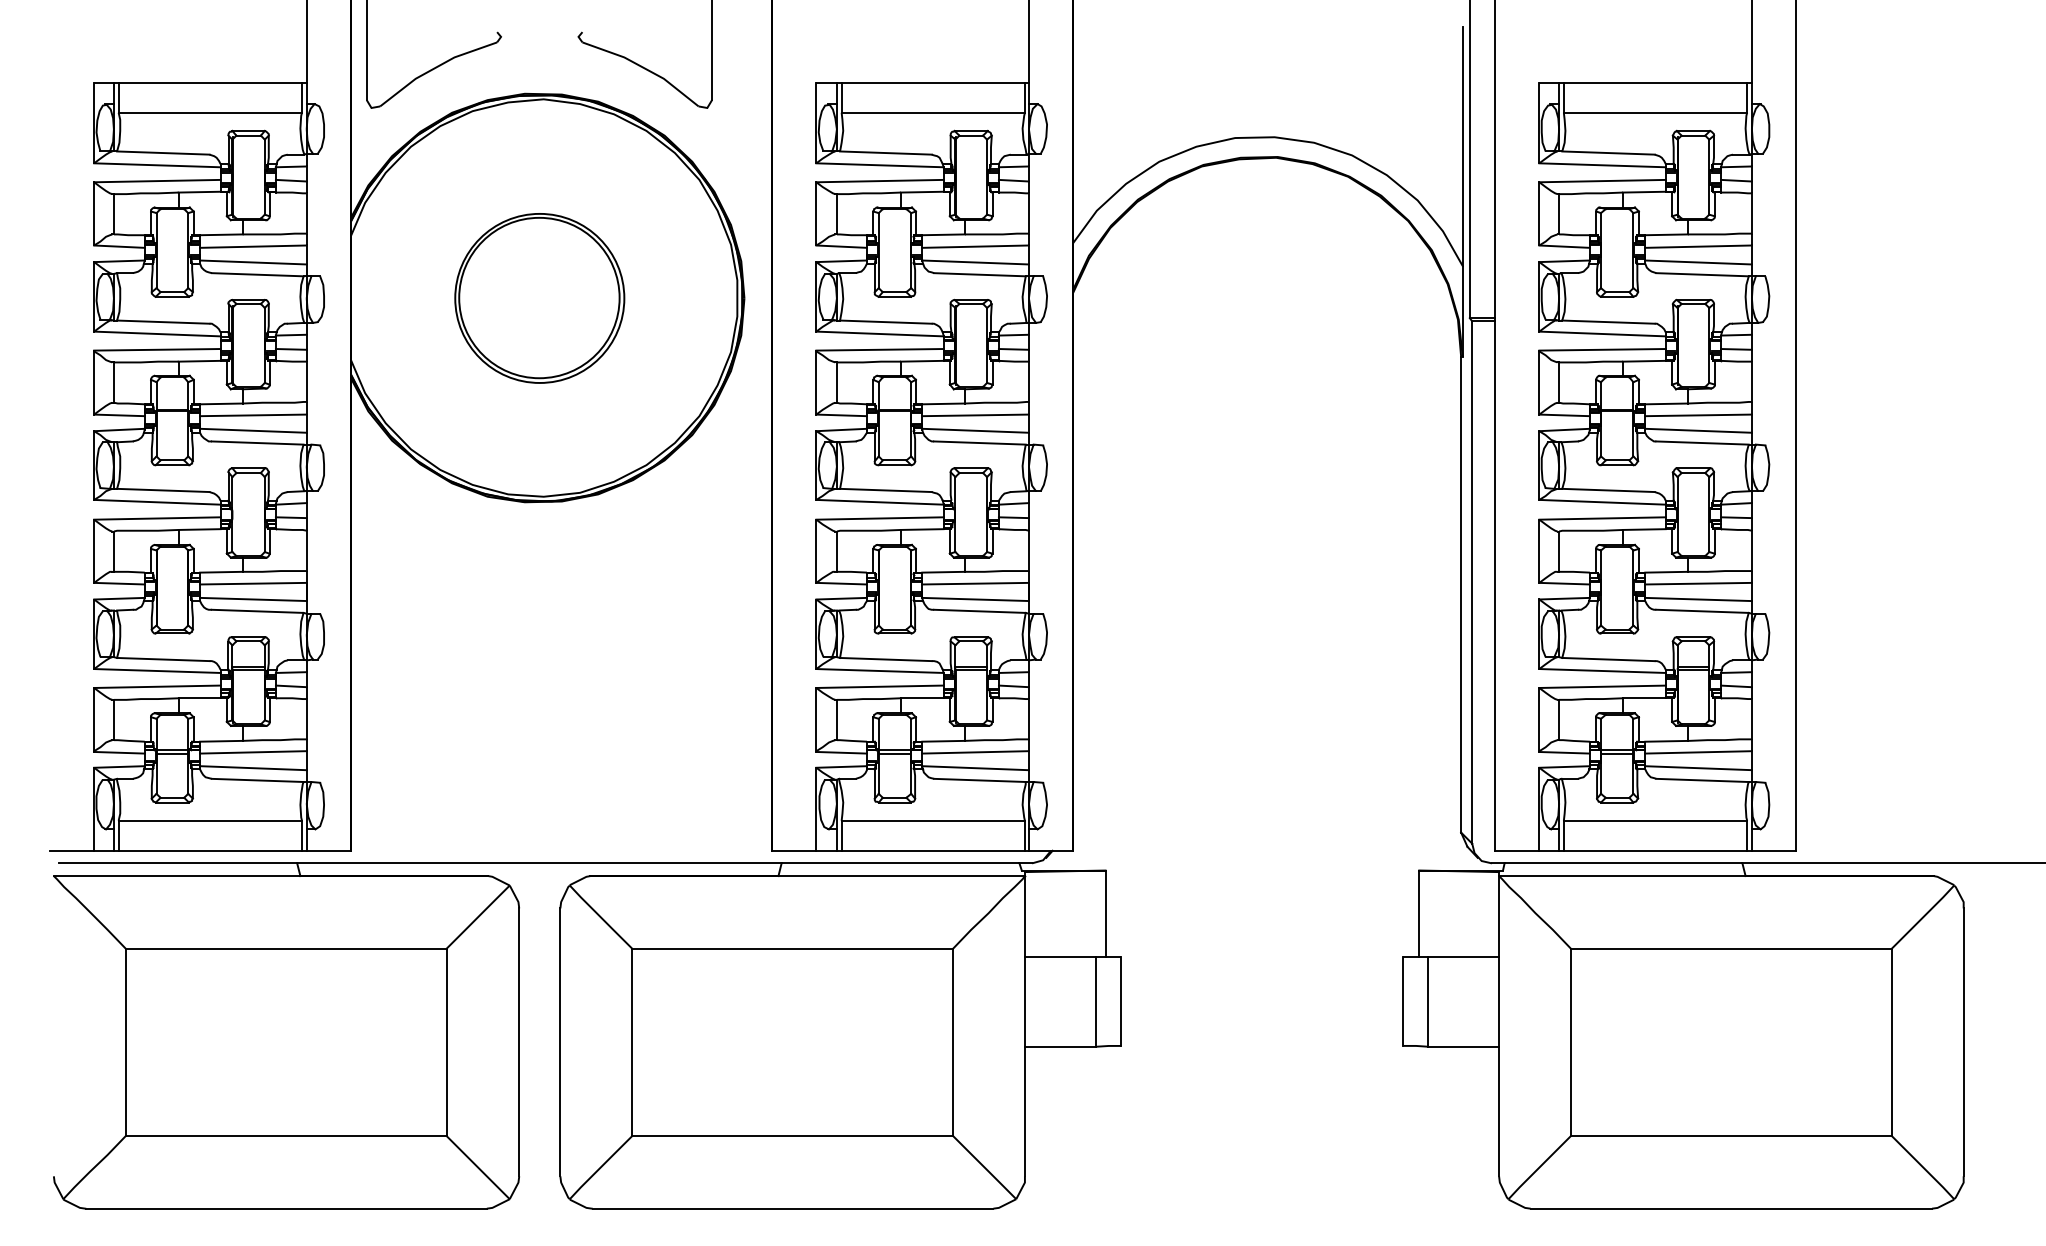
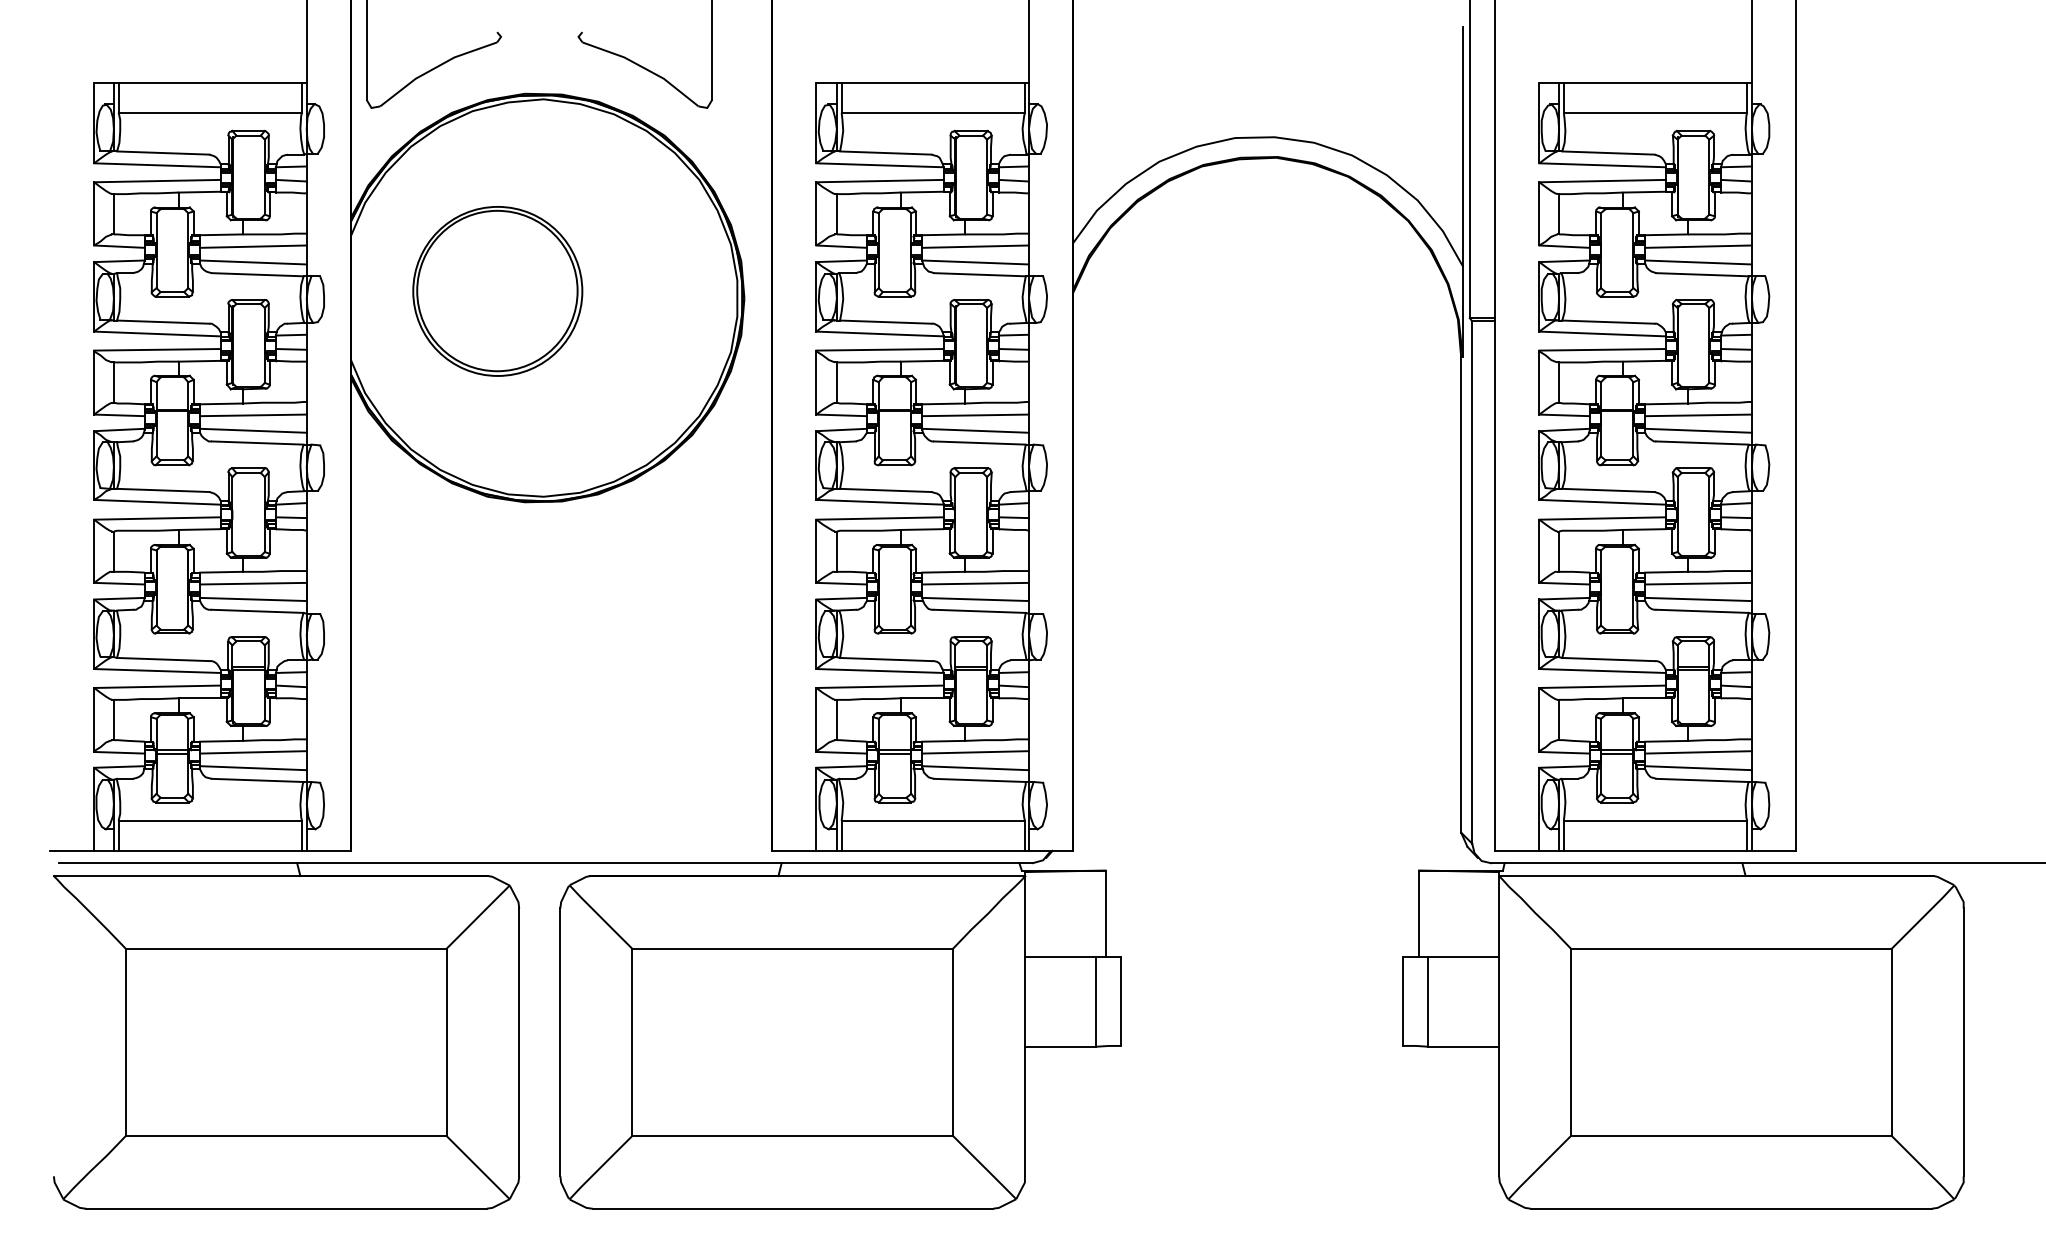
part at (539, 298) position: (539, 298) -> (497, 291)
